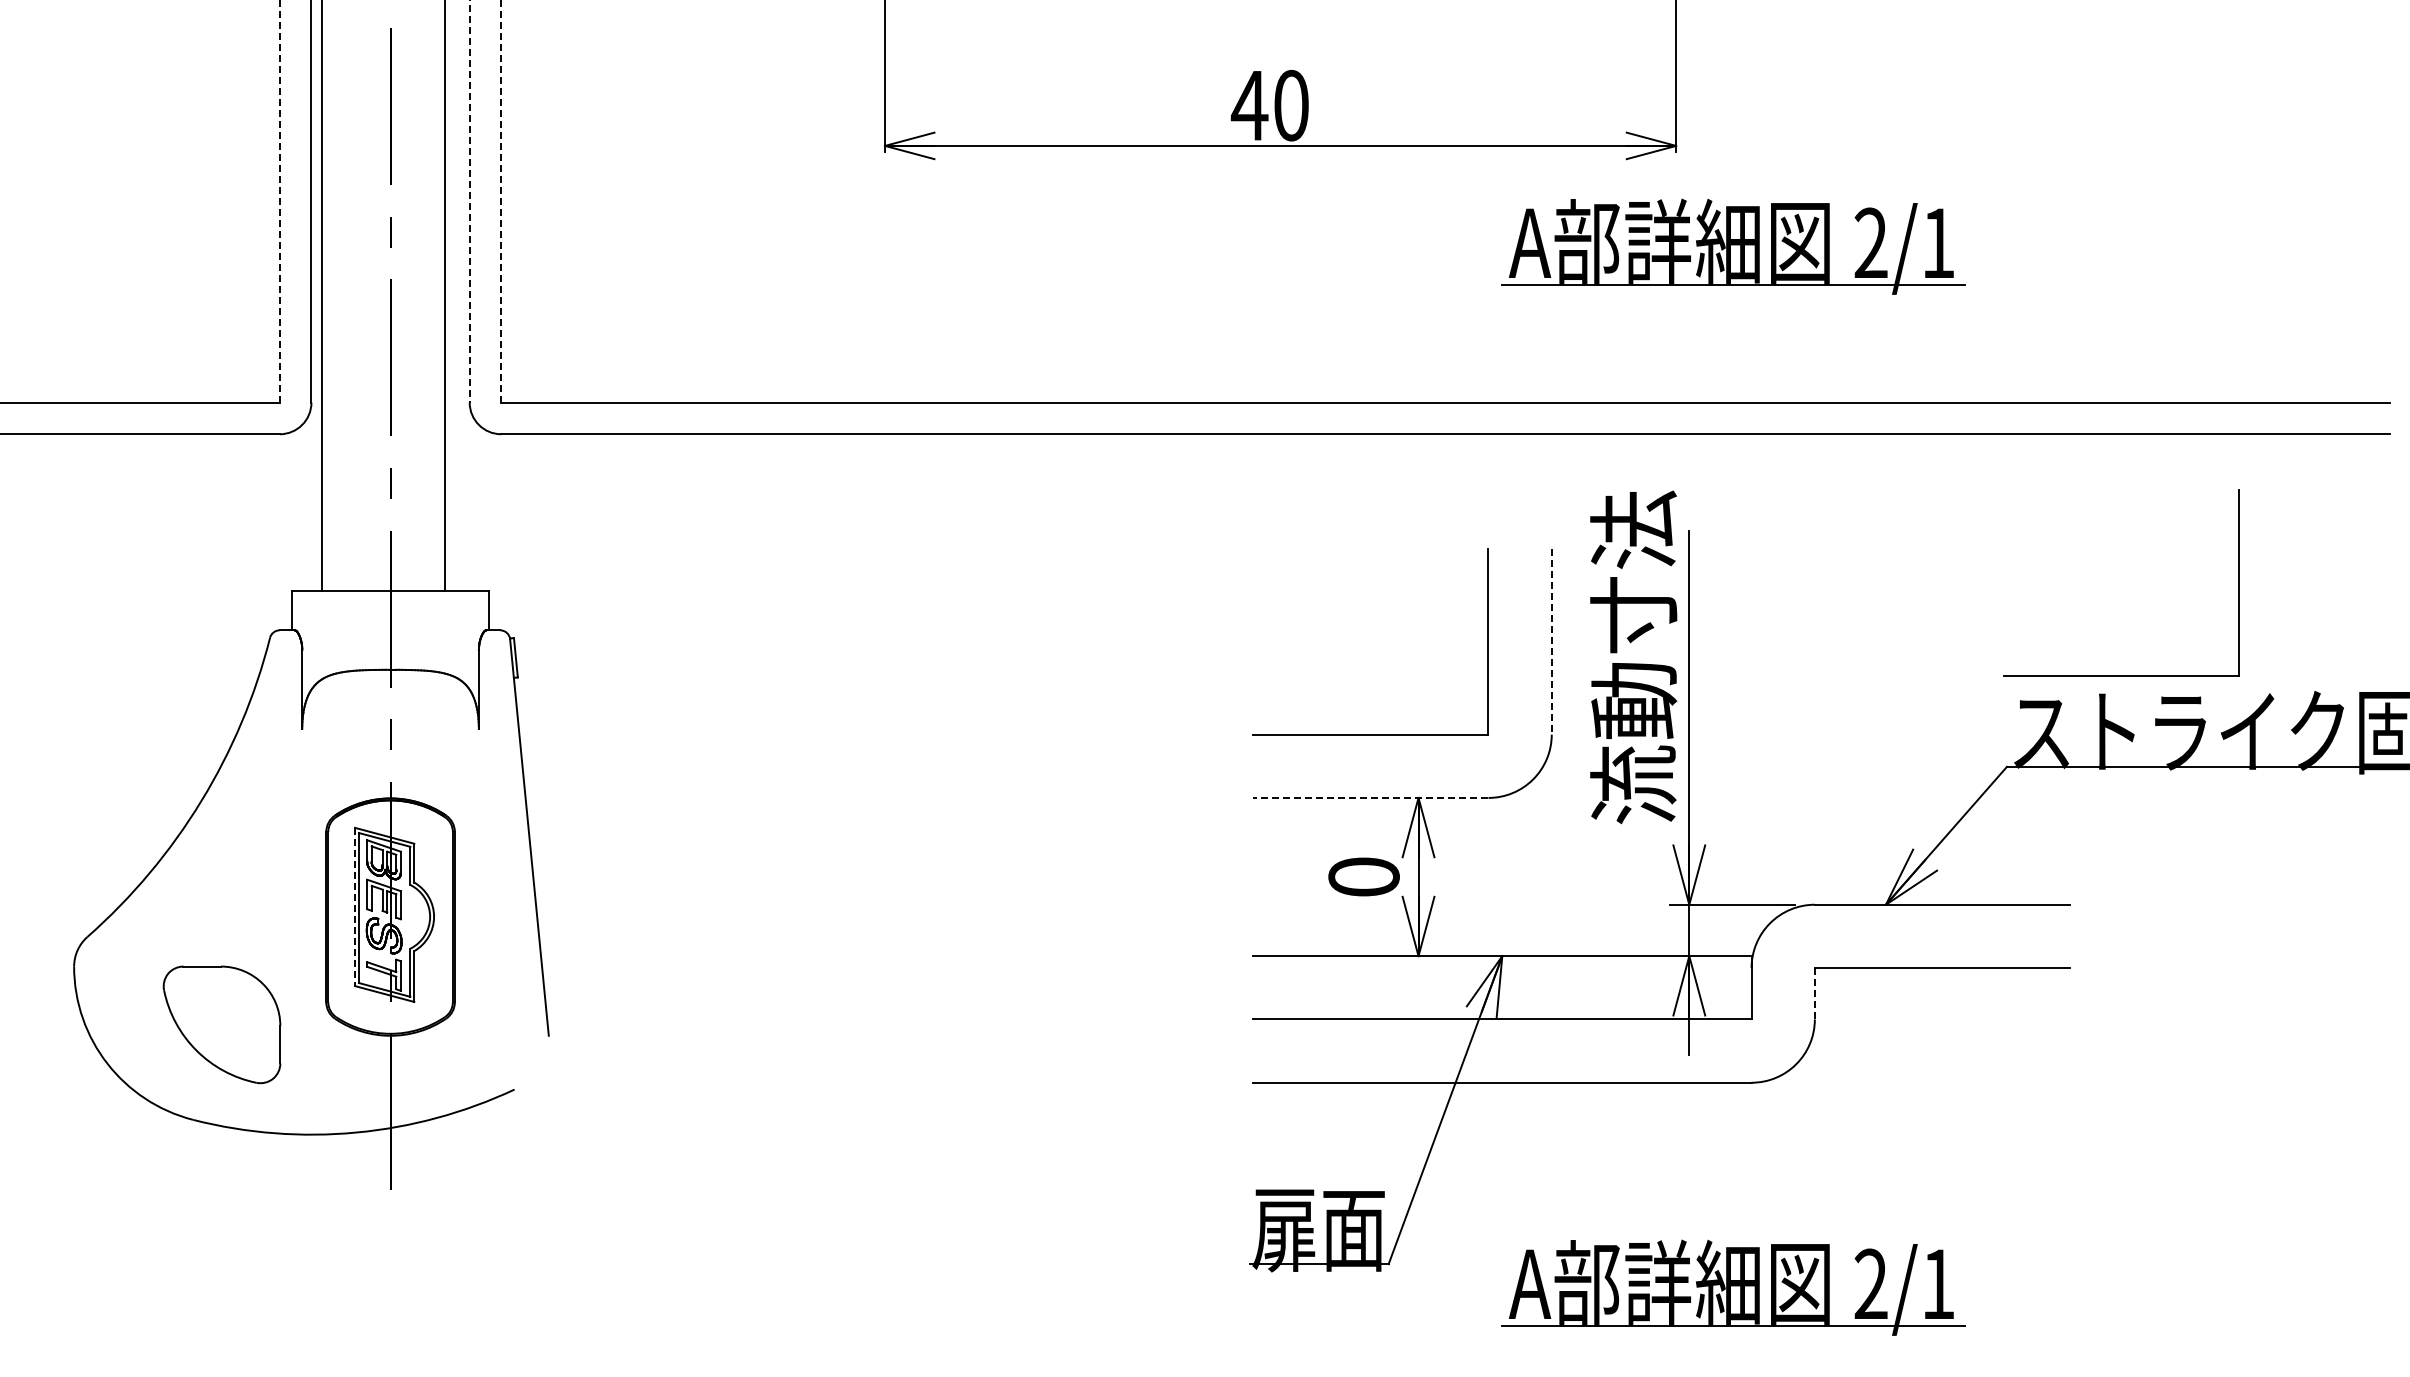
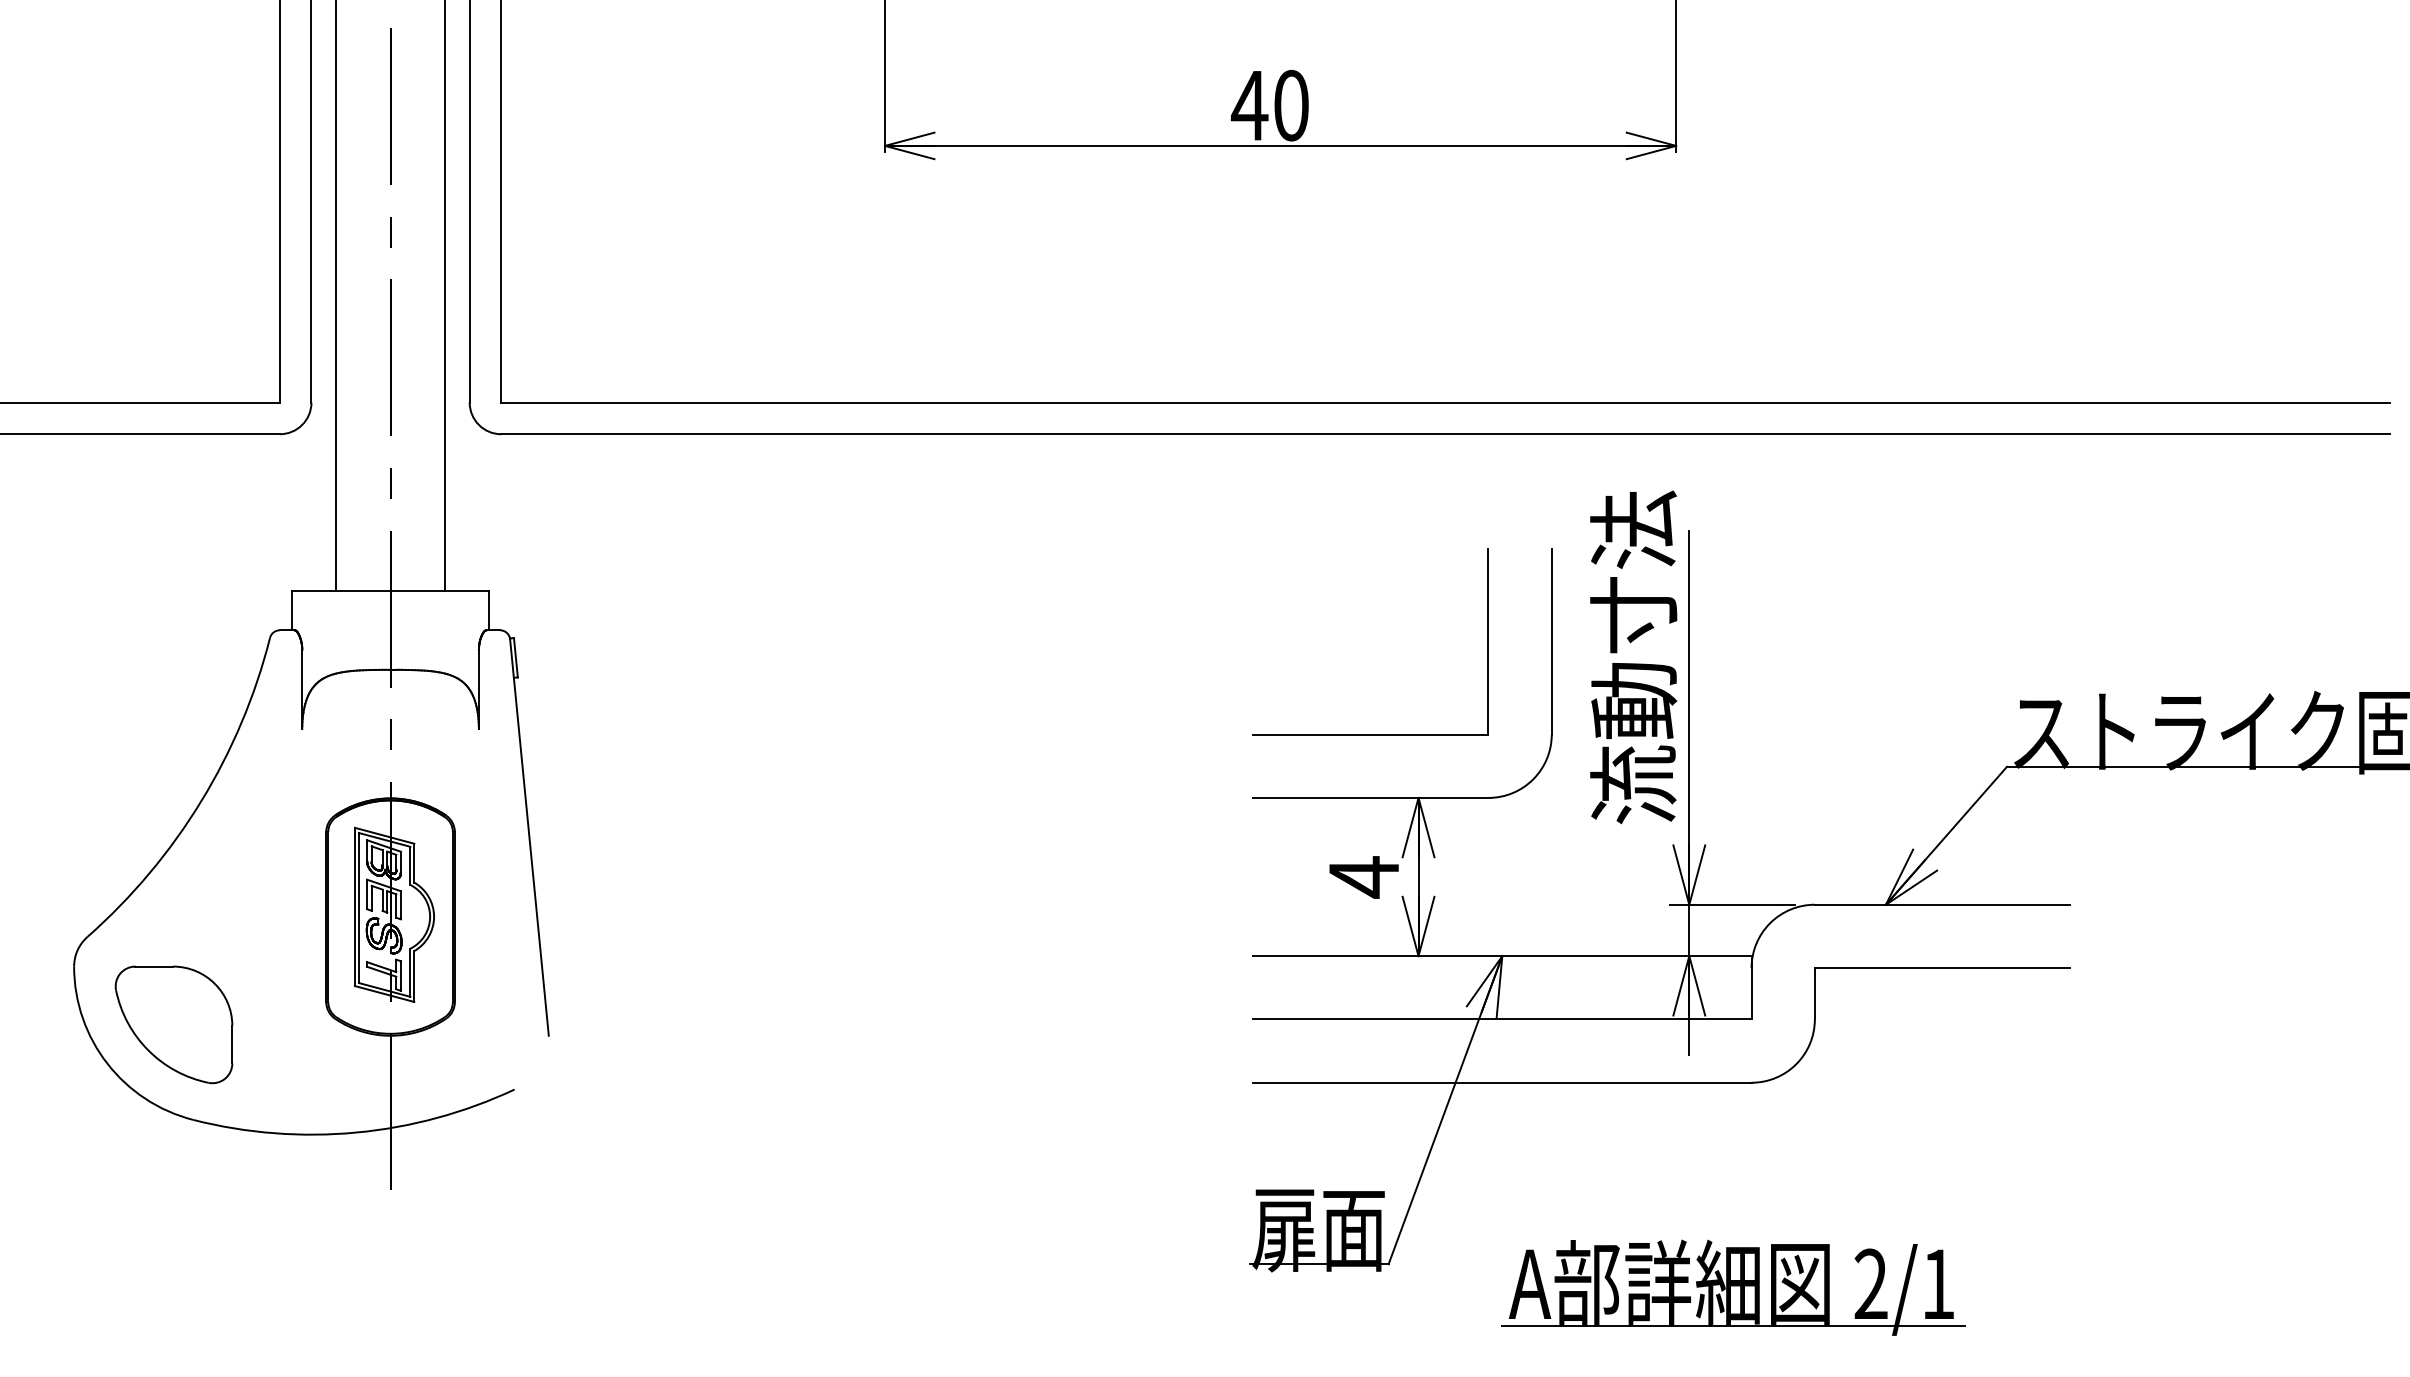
line at (279, 201): dashed -> solid
line at (469, 201): dashed -> solid
line at (501, 201): dashed -> solid
part at (1733, 246): present -> none
line at (322, 296) position: (322, 296) -> (336, 296)
line at (1551, 641): dashed -> solid
part at (2121, 675): present -> none
line at (1370, 797): dashed -> solid
text at (1363, 877): 0 -> 4
line at (354, 907): dashed -> solid
line at (1814, 993): dashed -> solid
part at (221, 1024) position: (221, 1024) -> (173, 1024)
